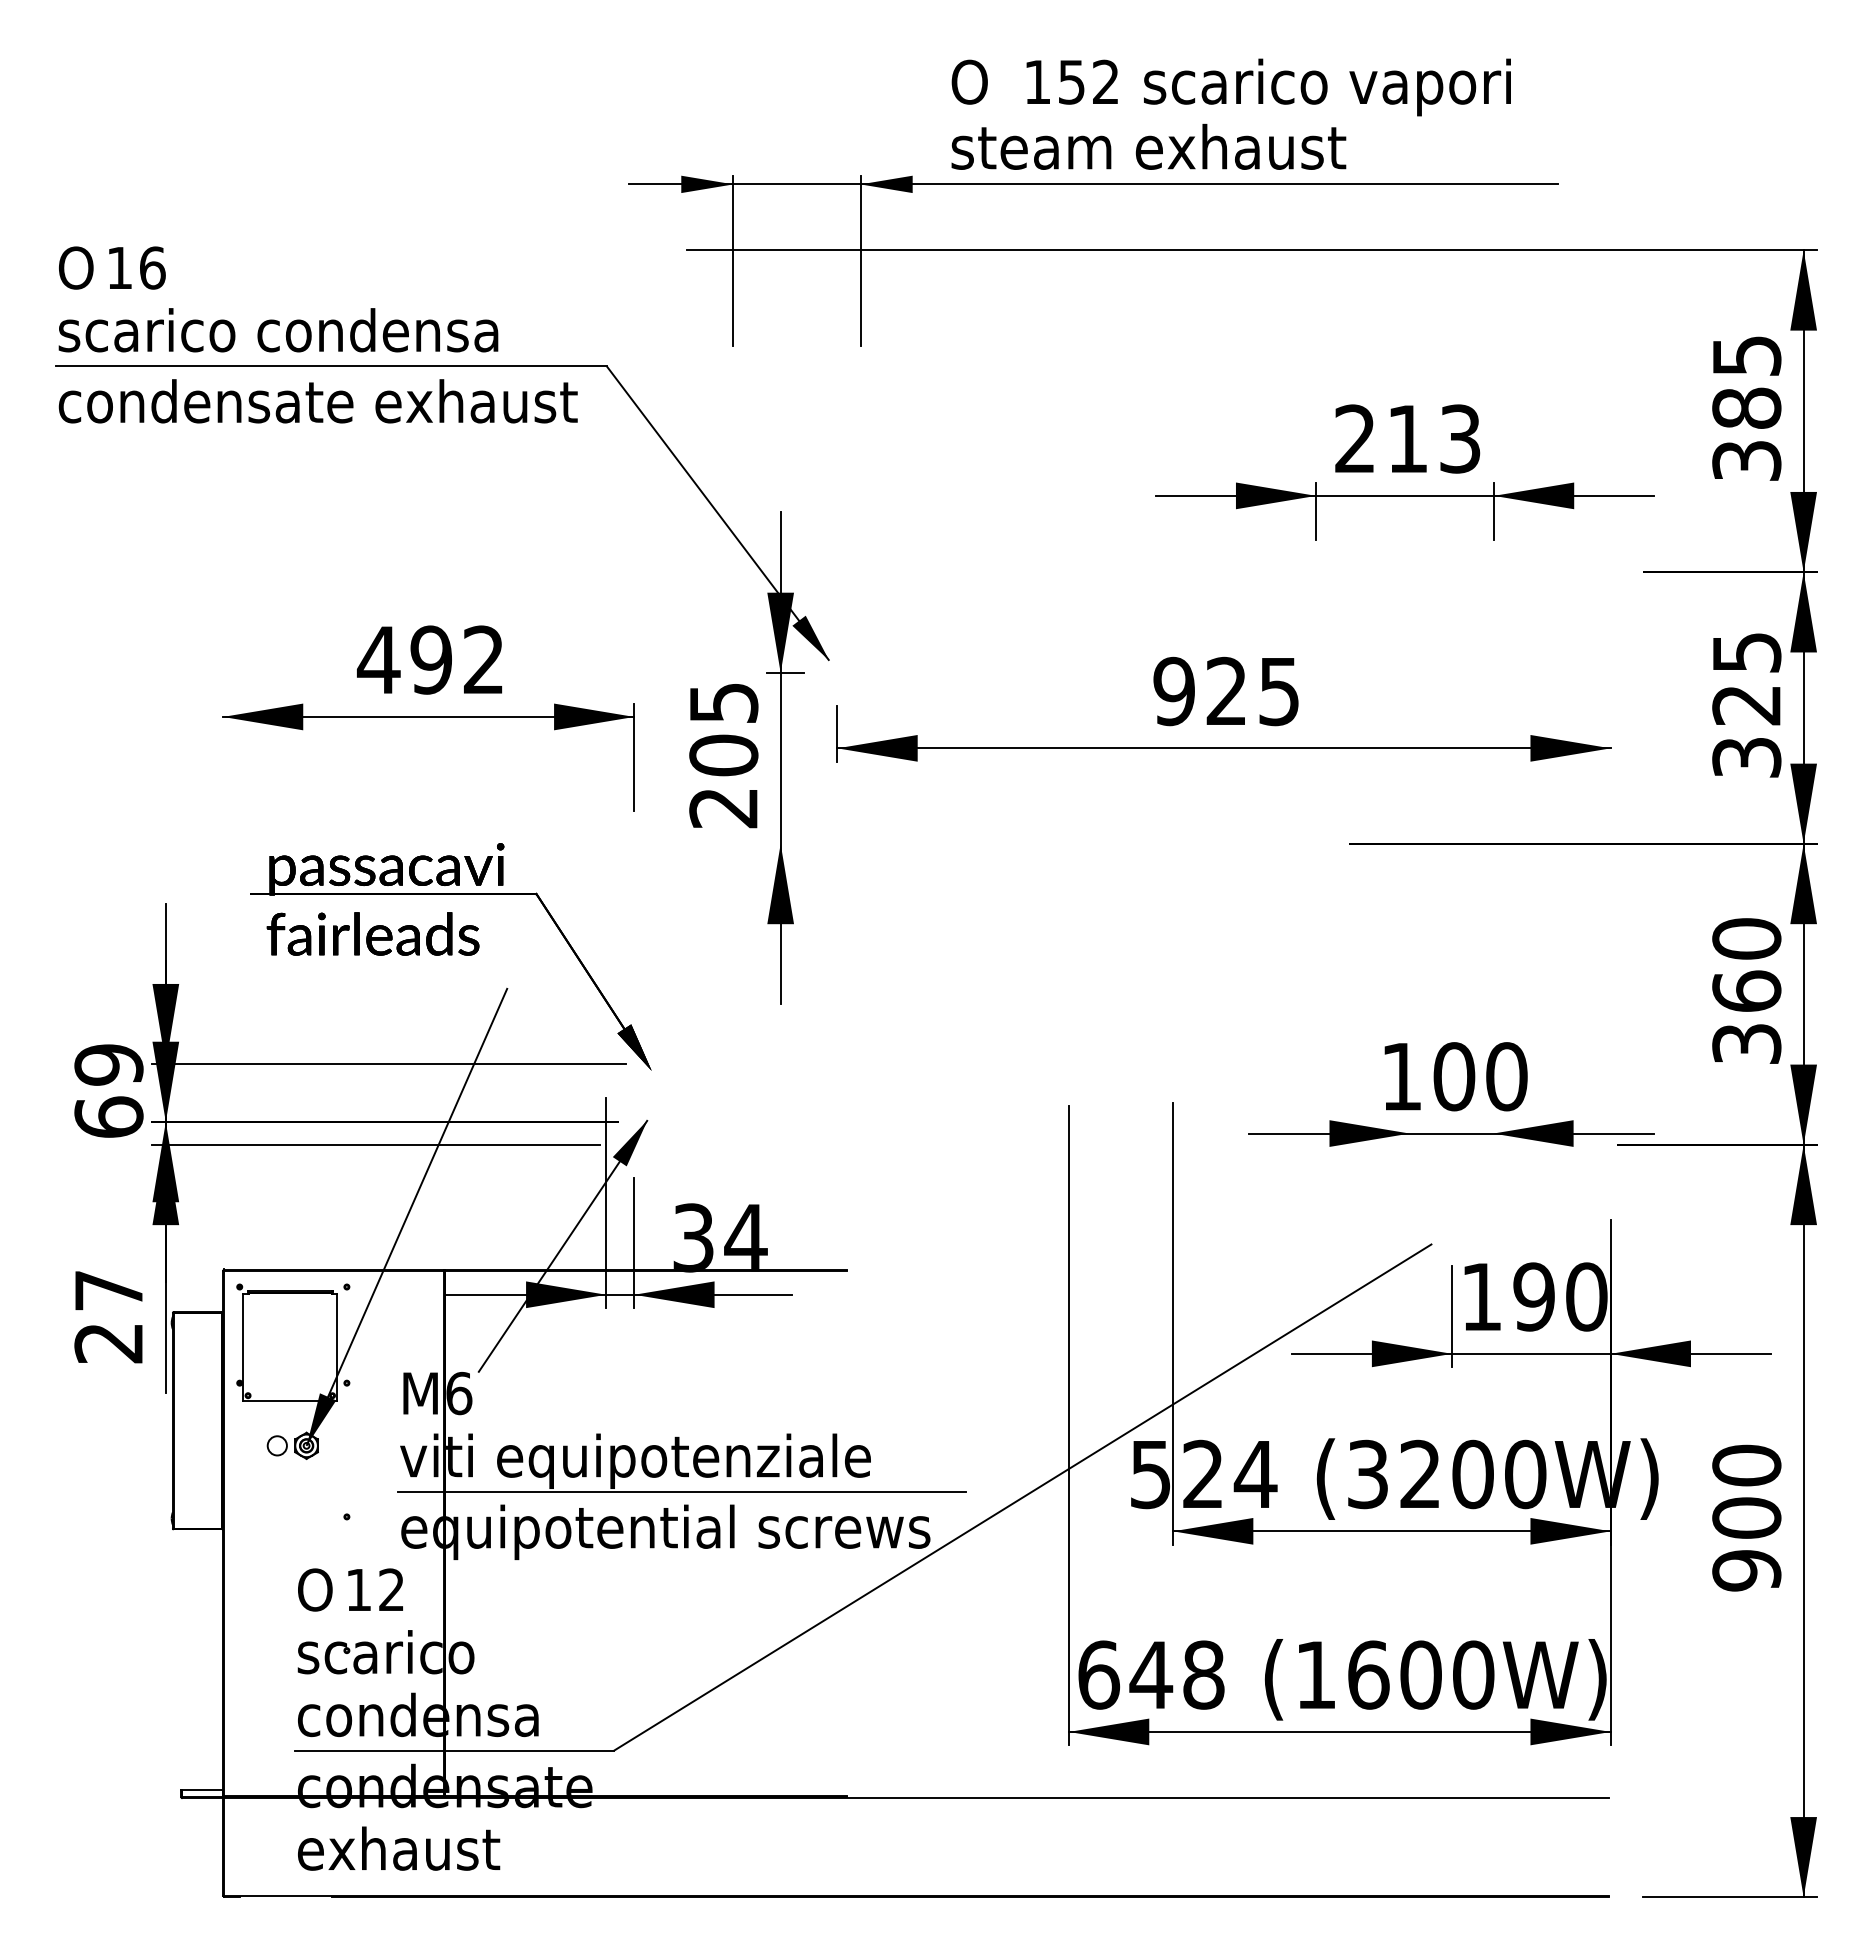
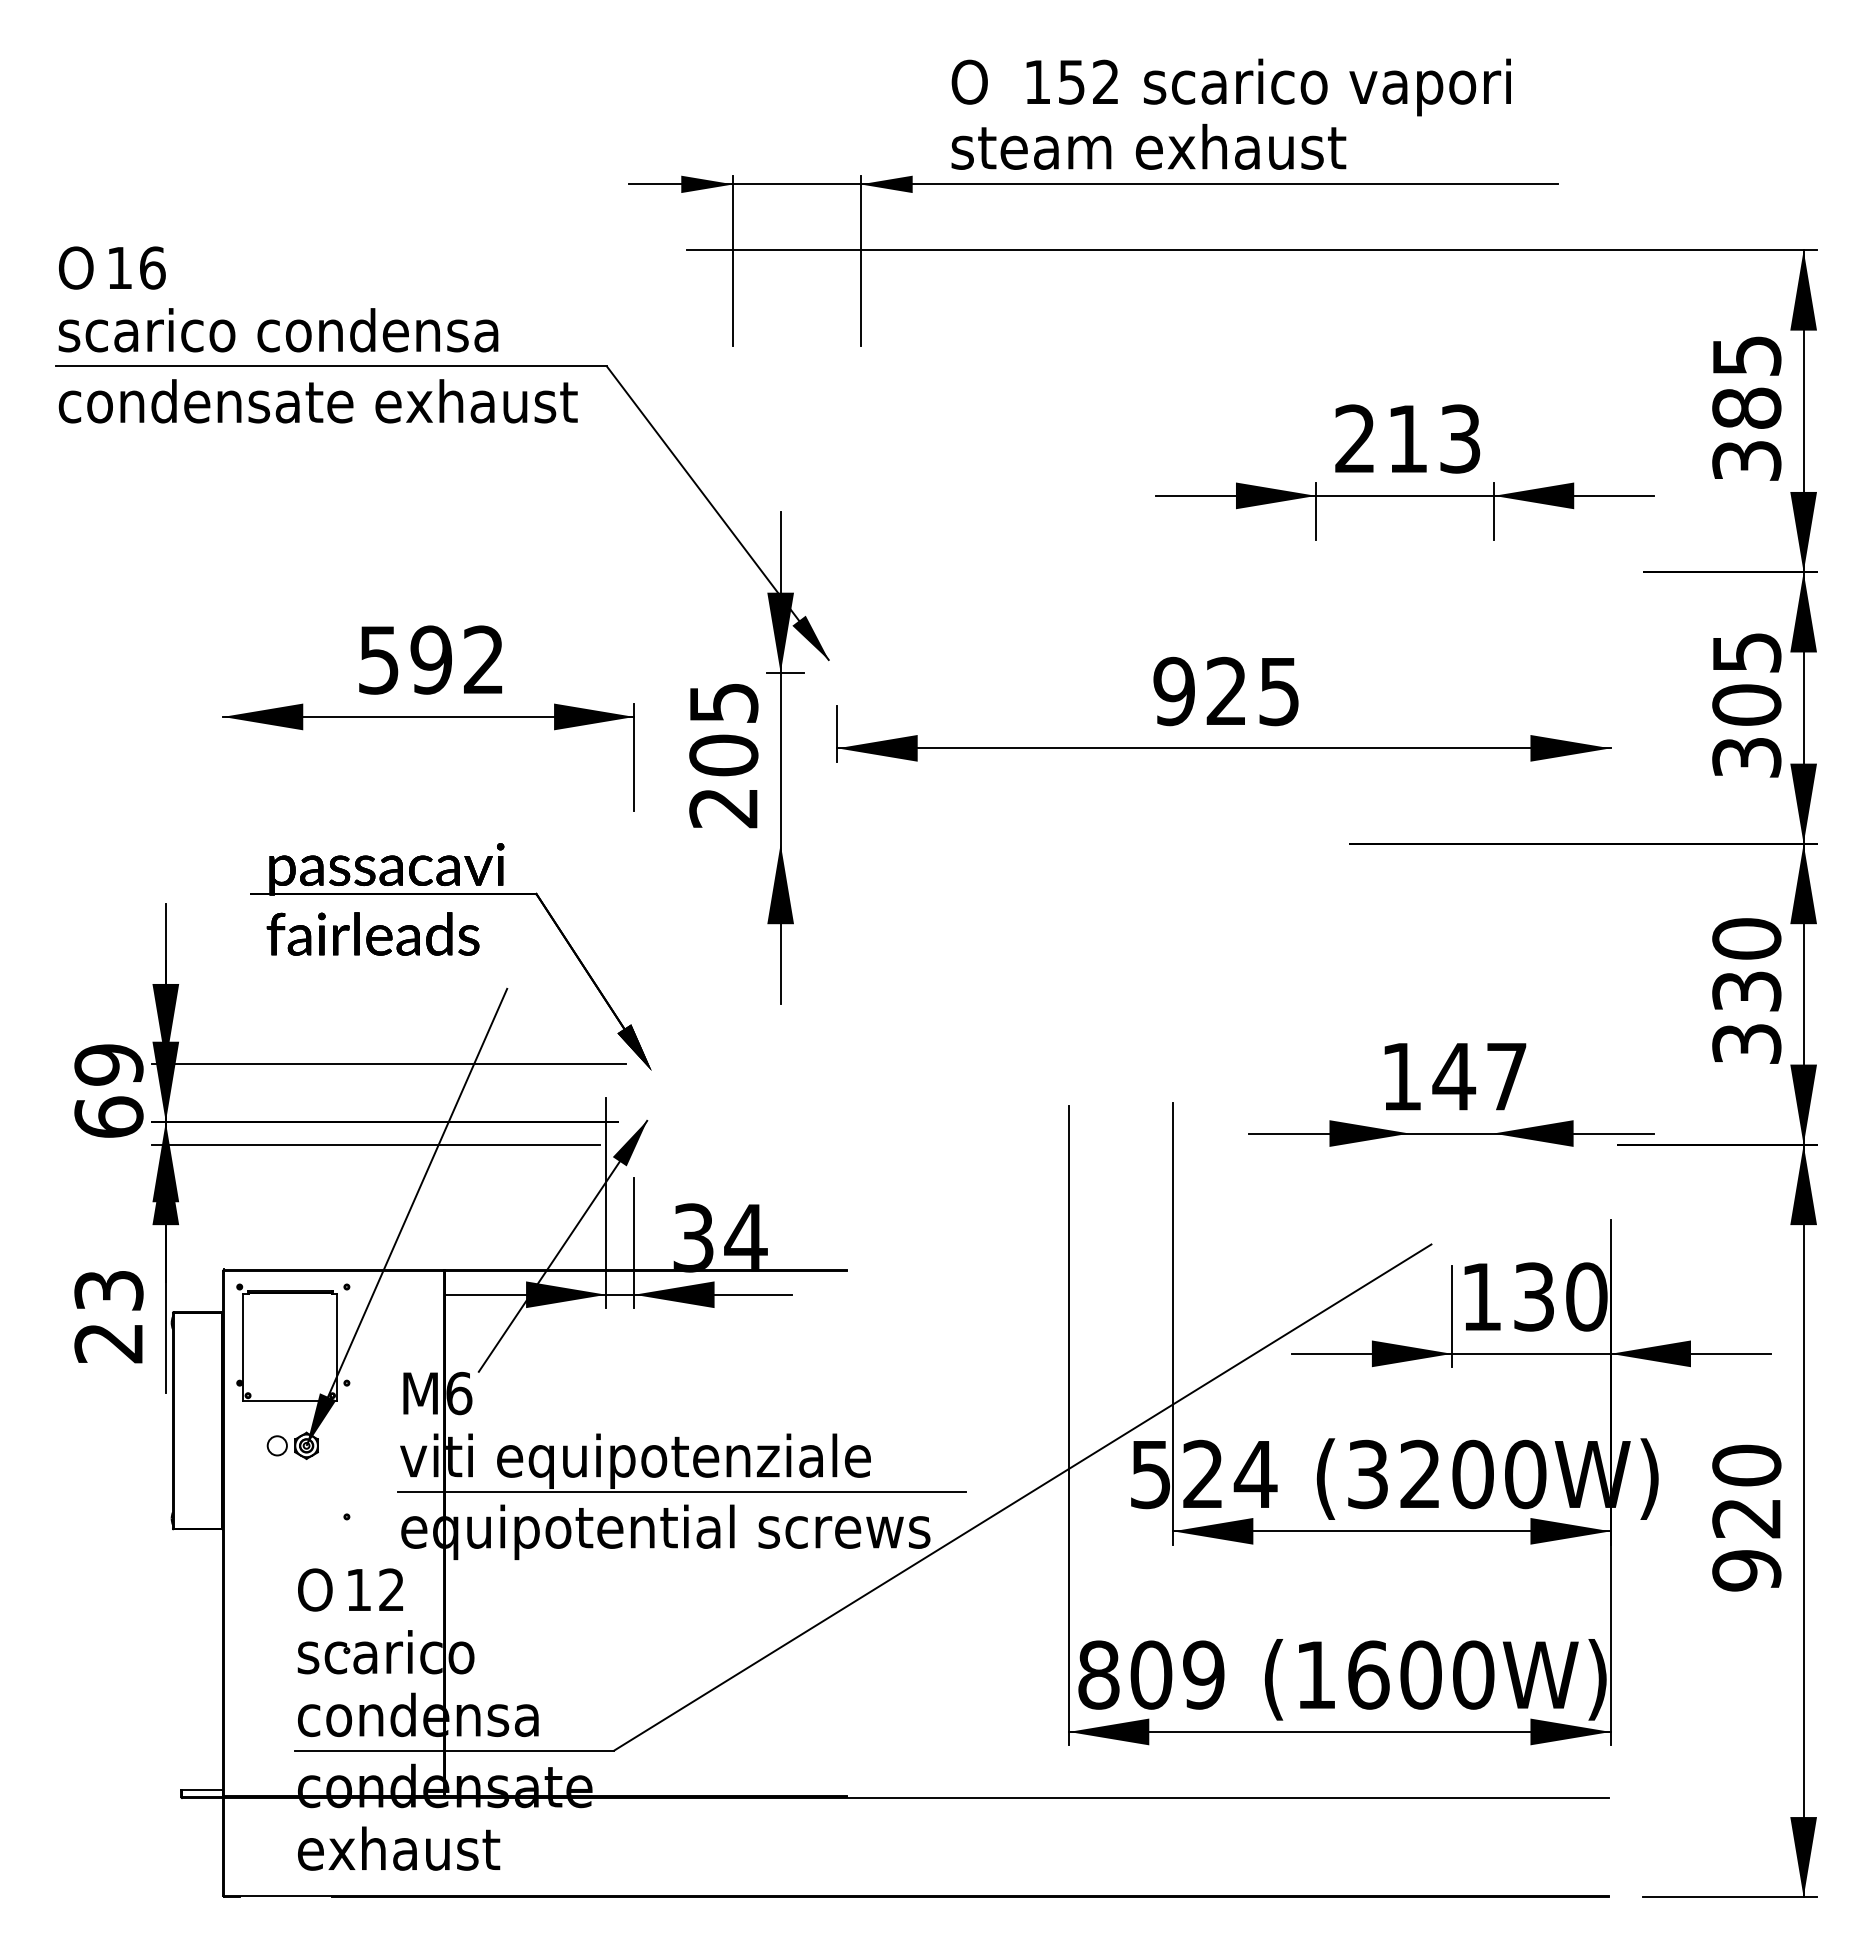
text at (378, 660): 492 -> 592
text at (1746, 704): 325 -> 305
text at (1746, 990): 360 -> 330
text at (1479, 1076): 100 -> 147
text at (108, 1290): 27 -> 23
text at (1533, 1296): 190 -> 130
text at (1746, 1517): 900 -> 920
text at (1151, 1674): 648 -> 809
